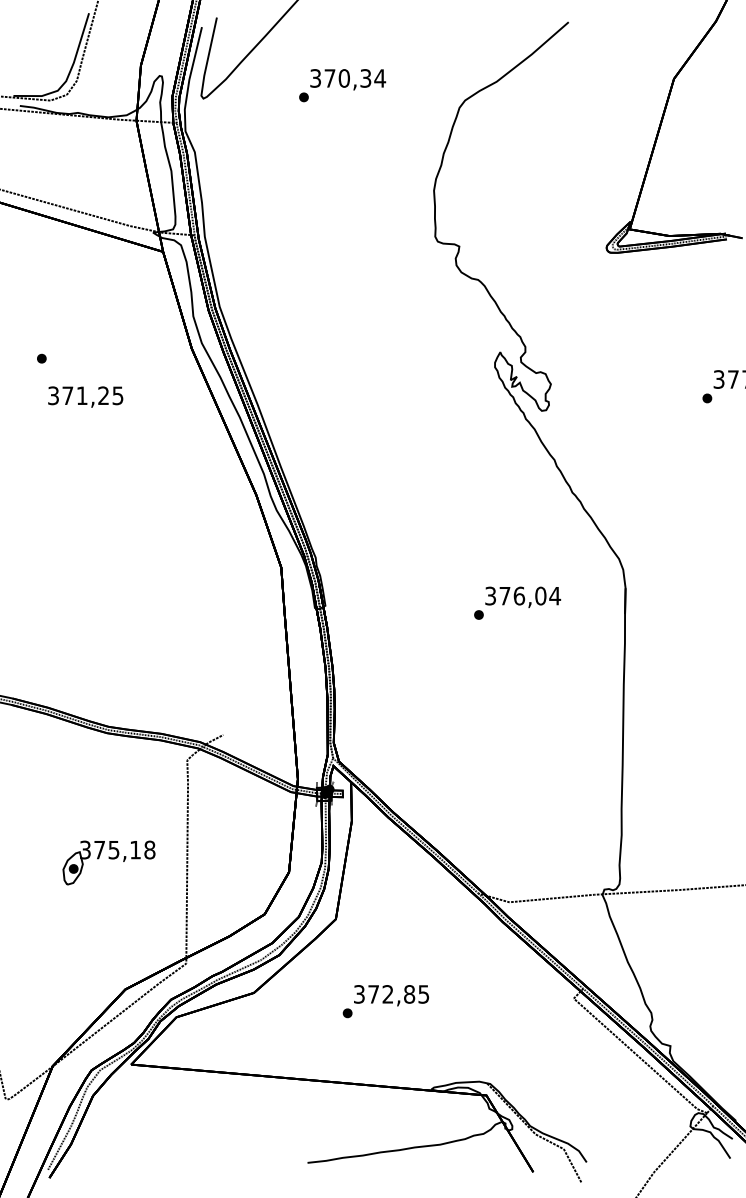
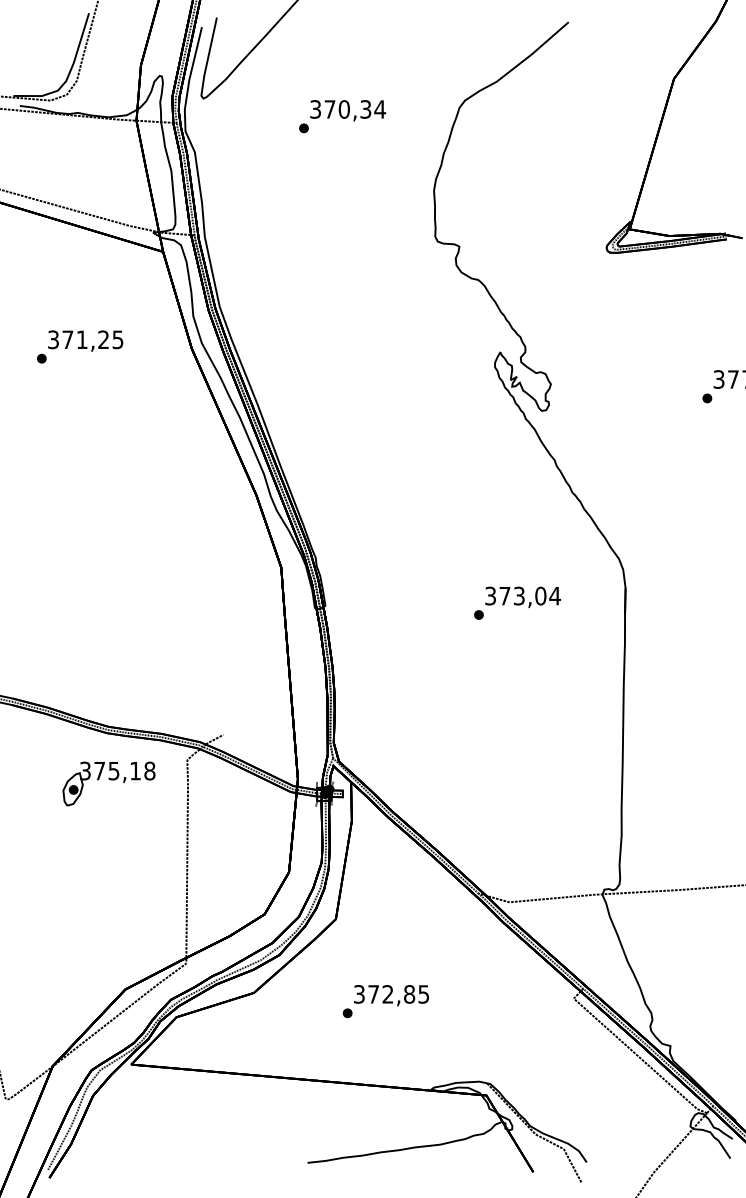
text at (342, 85) position: (342, 85) -> (342, 116)
text at (85, 396) position: (85, 396) -> (85, 340)
text at (519, 595): 376,04 -> 373,04
part at (108, 862) position: (108, 862) -> (108, 783)
